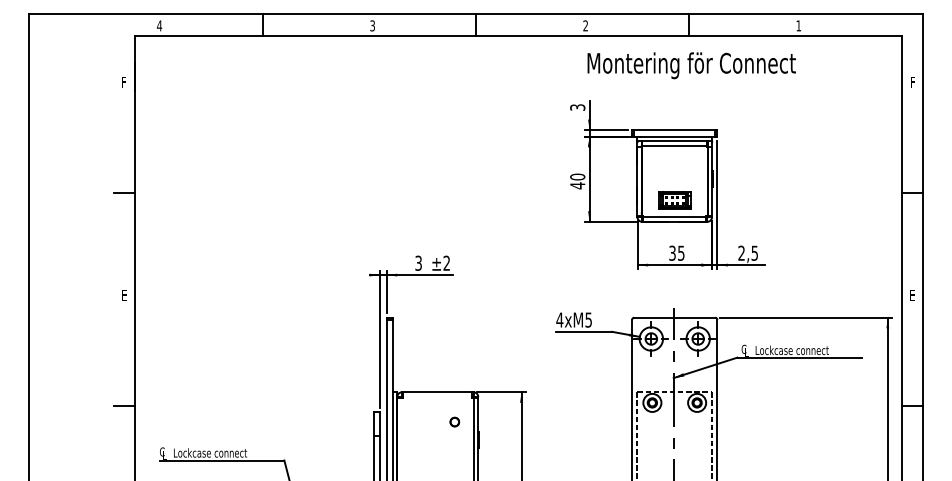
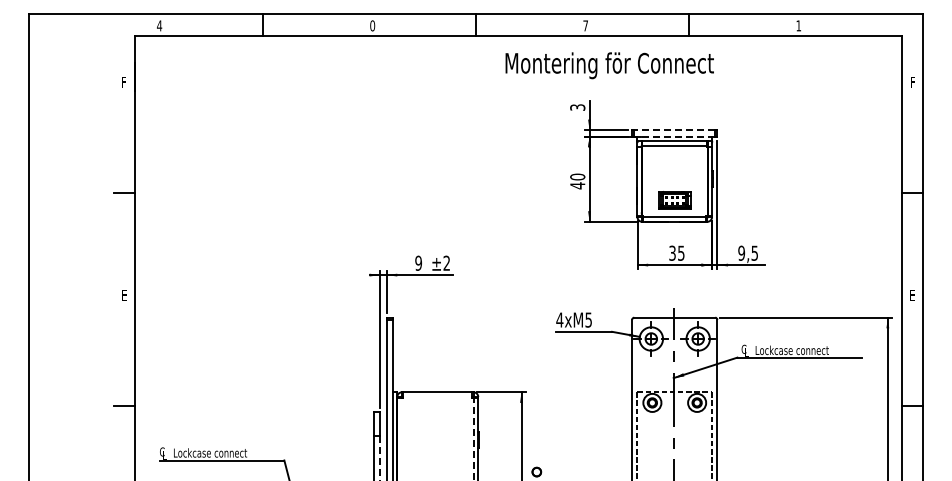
text at (372, 25): 3 -> 0
text at (585, 25): 2 -> 7
text at (691, 65) position: (691, 65) -> (609, 65)
line at (674, 130): solid -> dashed
line at (674, 136): solid -> dashed
text at (741, 252): 2,5 -> 9,5
text at (418, 262): 3 -> 9
part at (454, 421) position: (454, 421) -> (536, 471)
line at (473, 439): solid -> dashed
line at (380, 458): solid -> dashed
